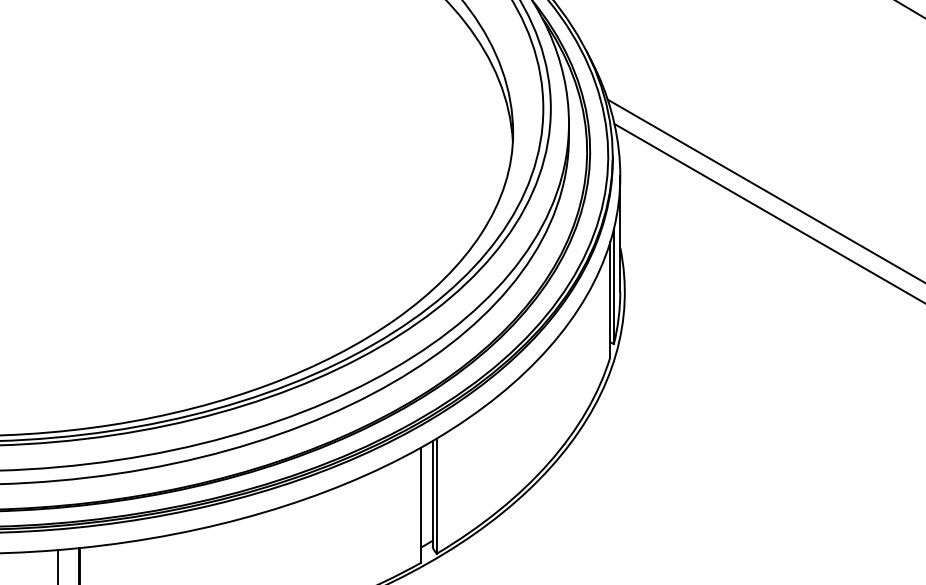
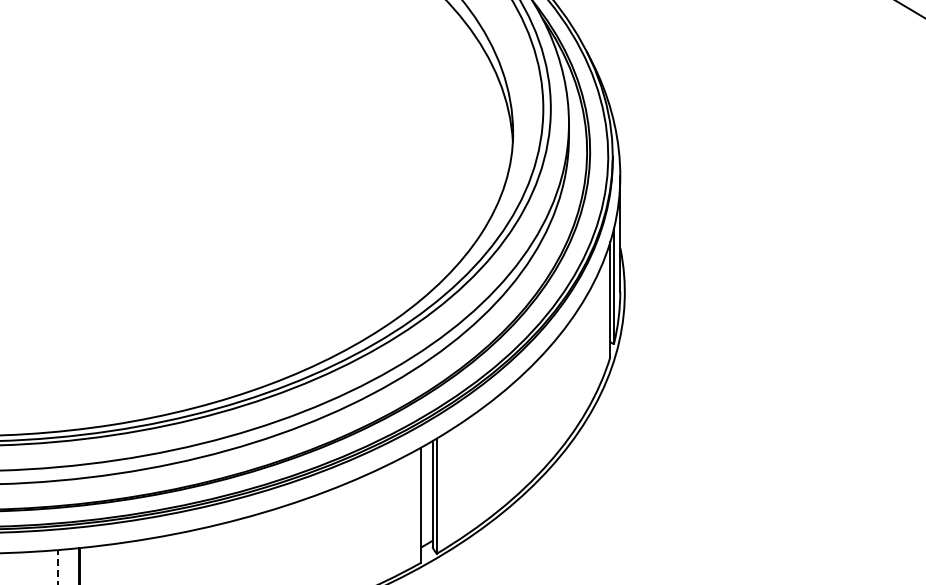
line at (764, 190): present -> none
line at (768, 213): present -> none
line at (57, 567): solid -> dashed
